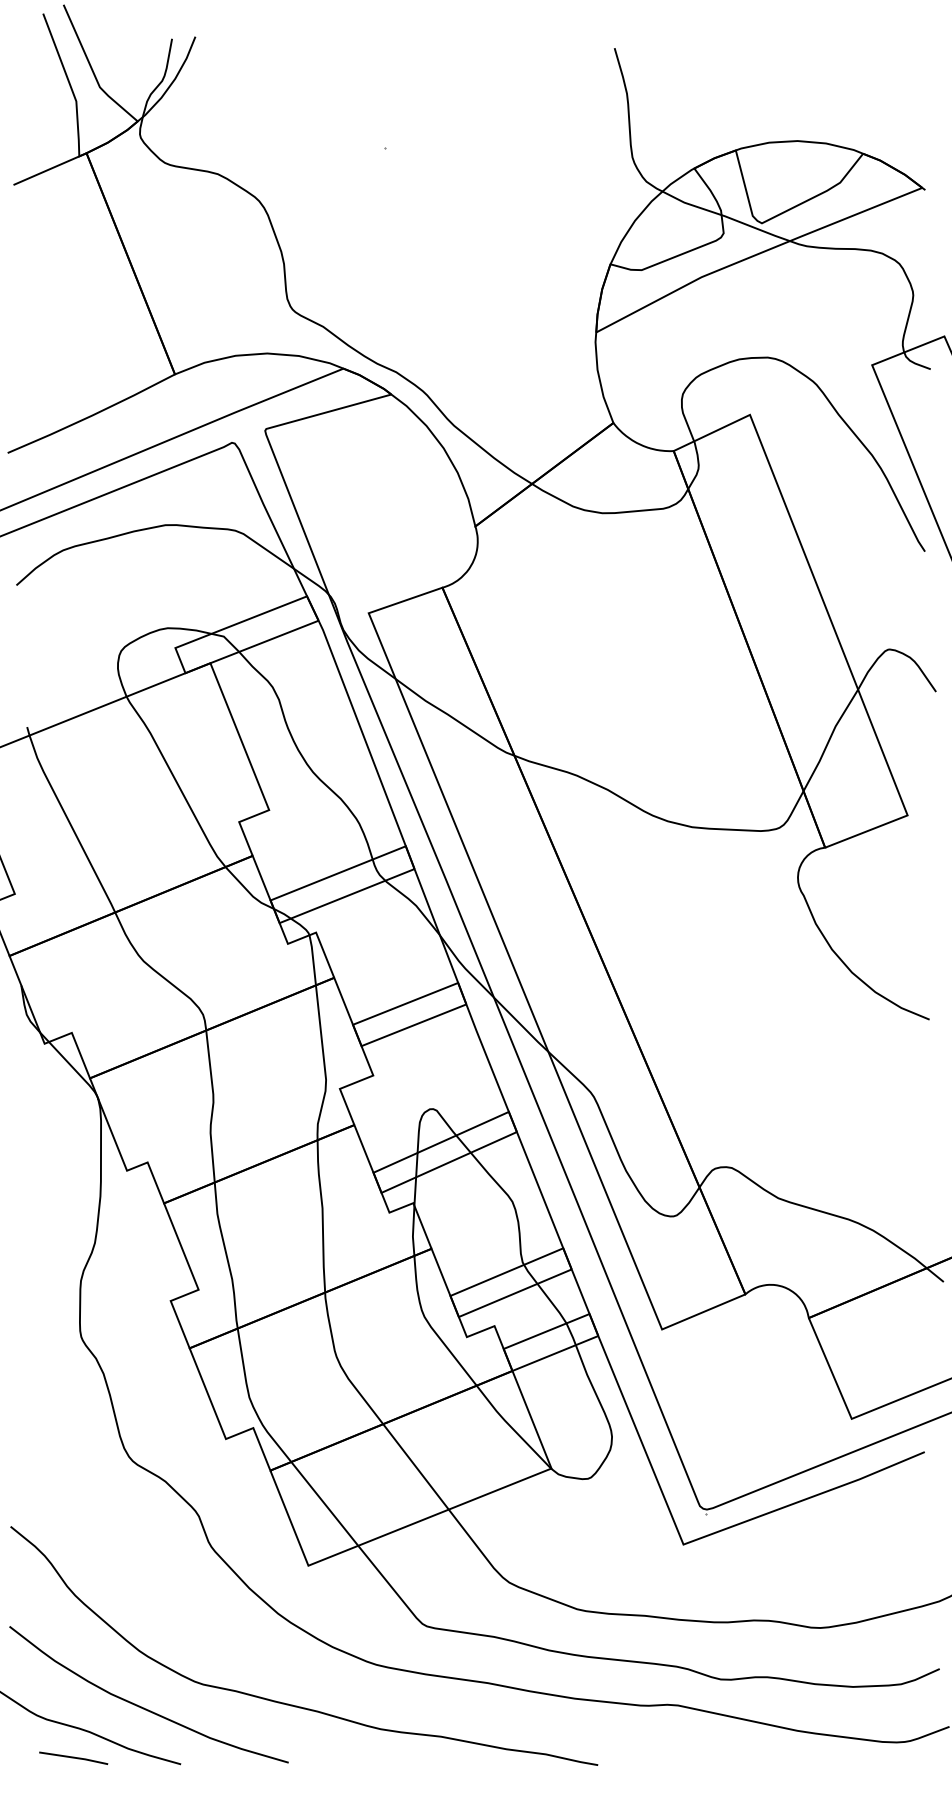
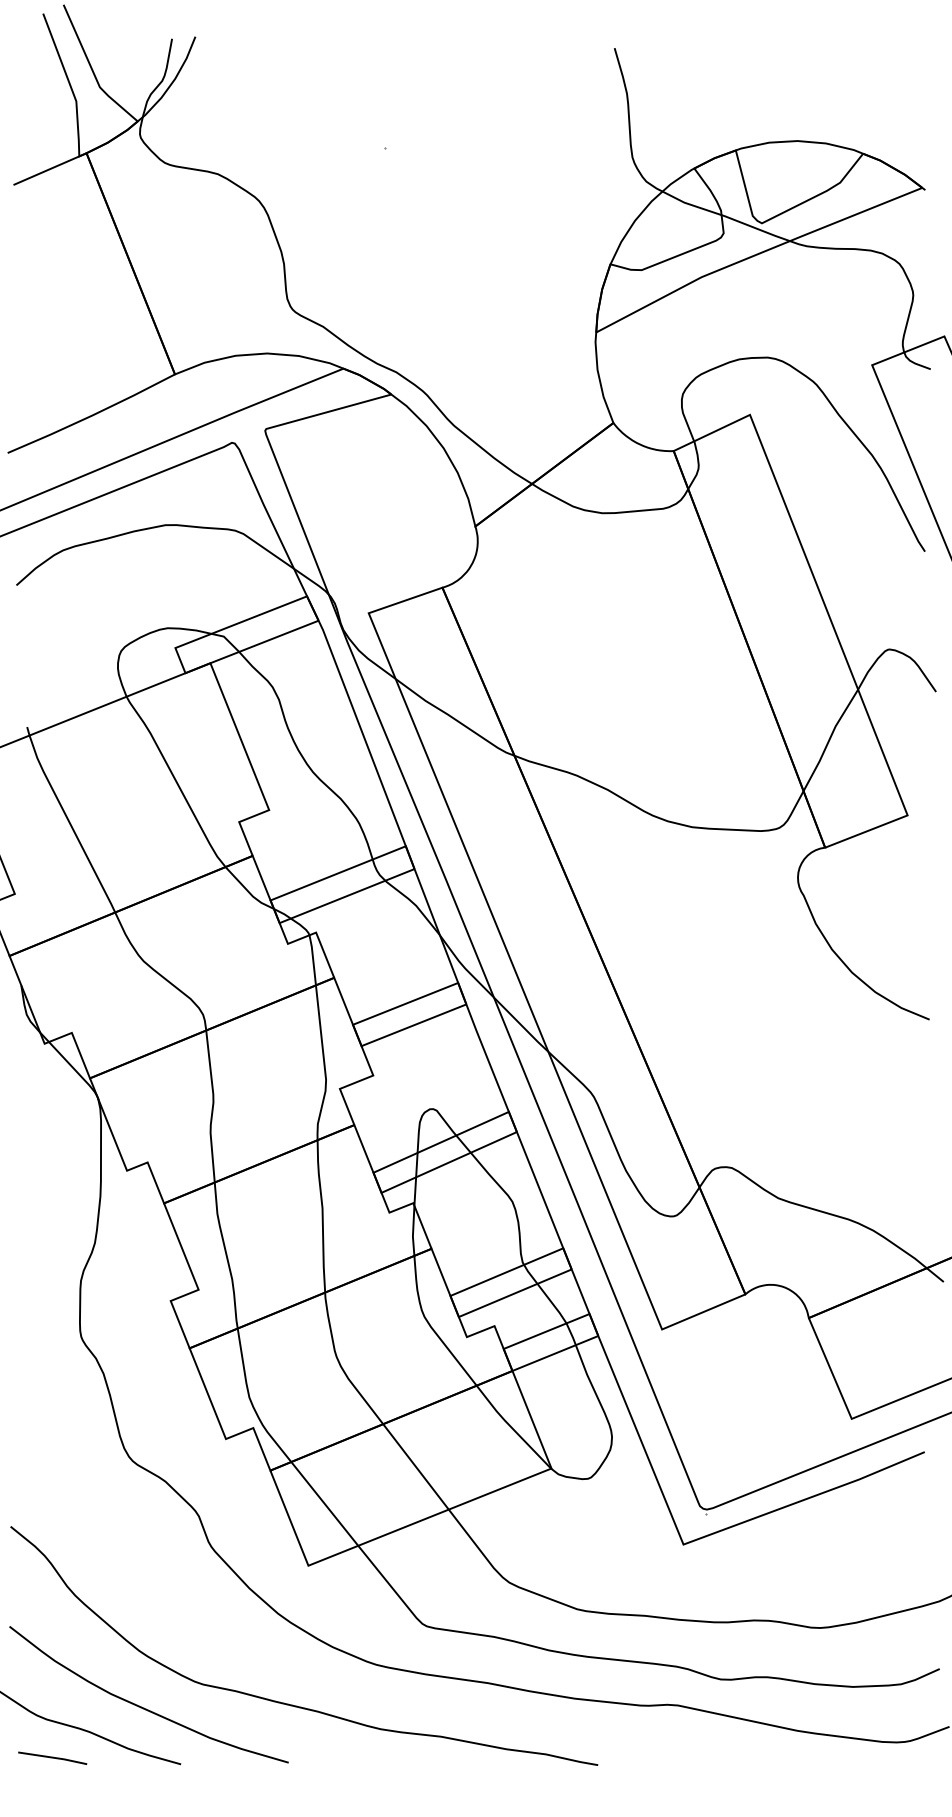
line at (73, 1757) position: (73, 1757) -> (52, 1757)
